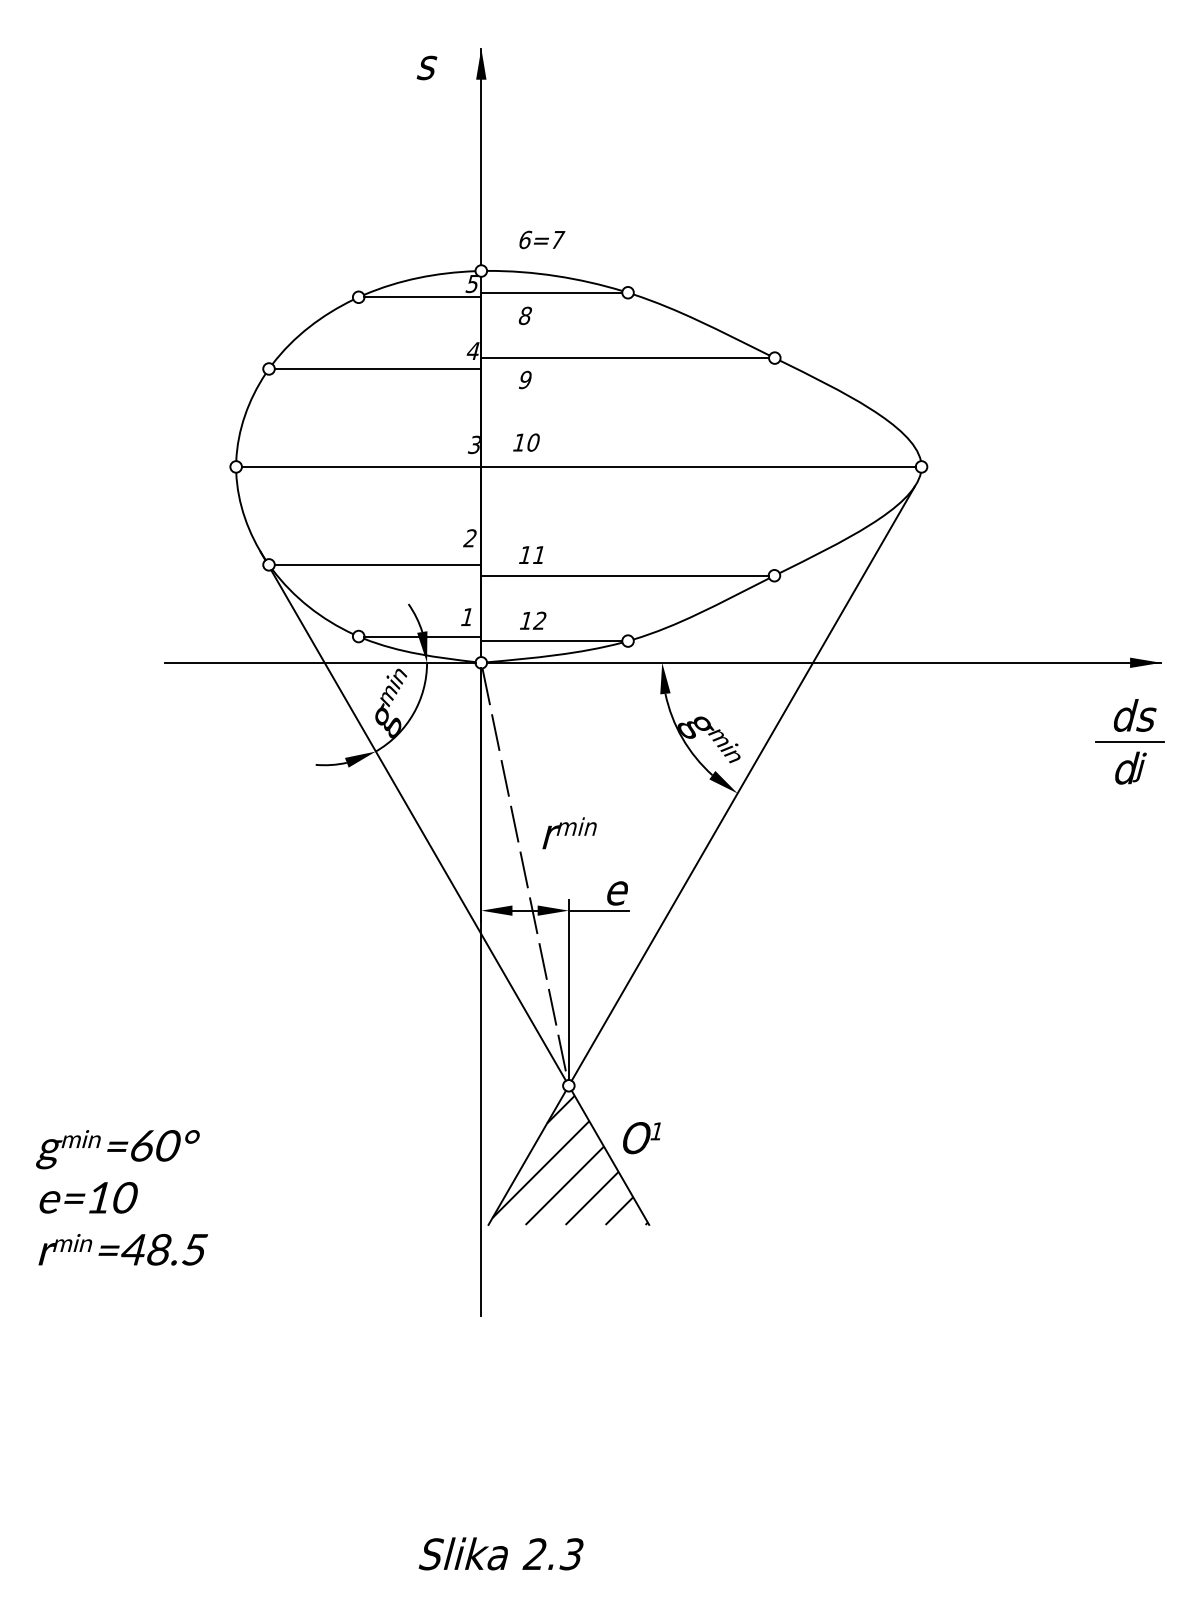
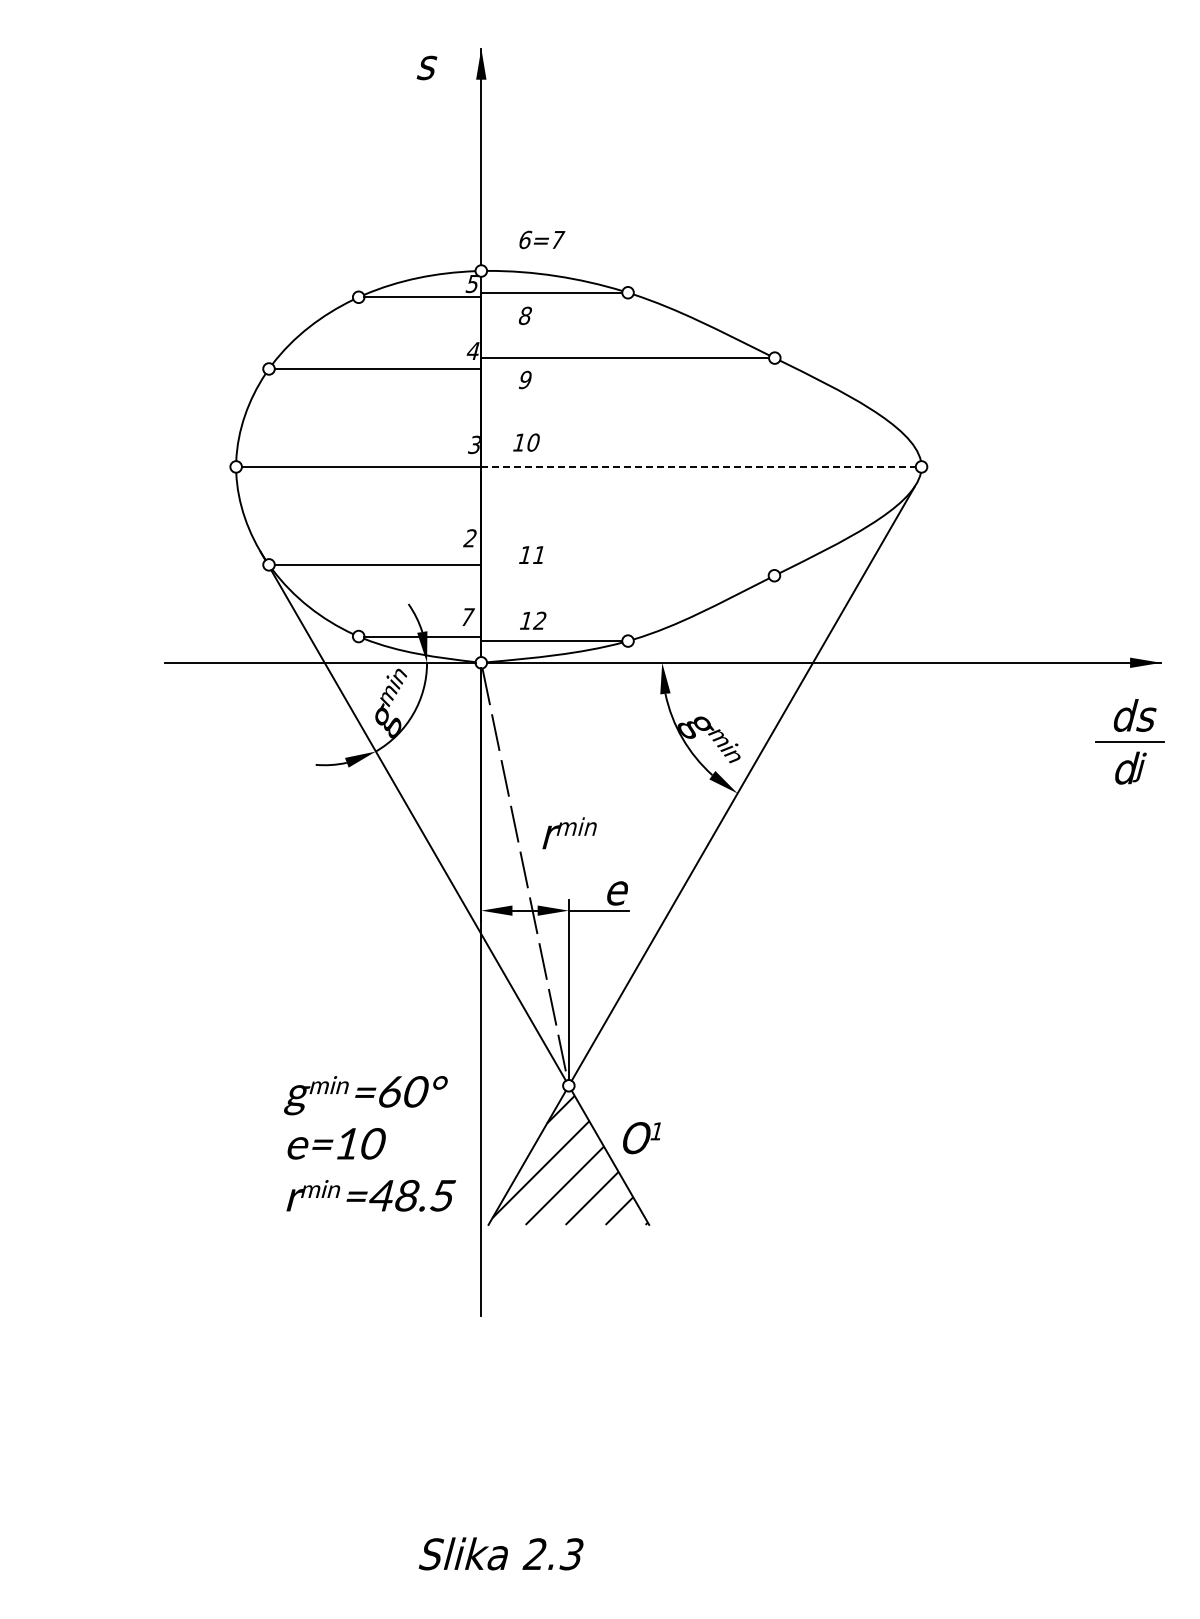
line at (699, 466): solid -> dashed
line at (624, 575): present -> none
text at (467, 616): 1 -> 7
text at (122, 1197) position: (122, 1197) -> (370, 1143)
